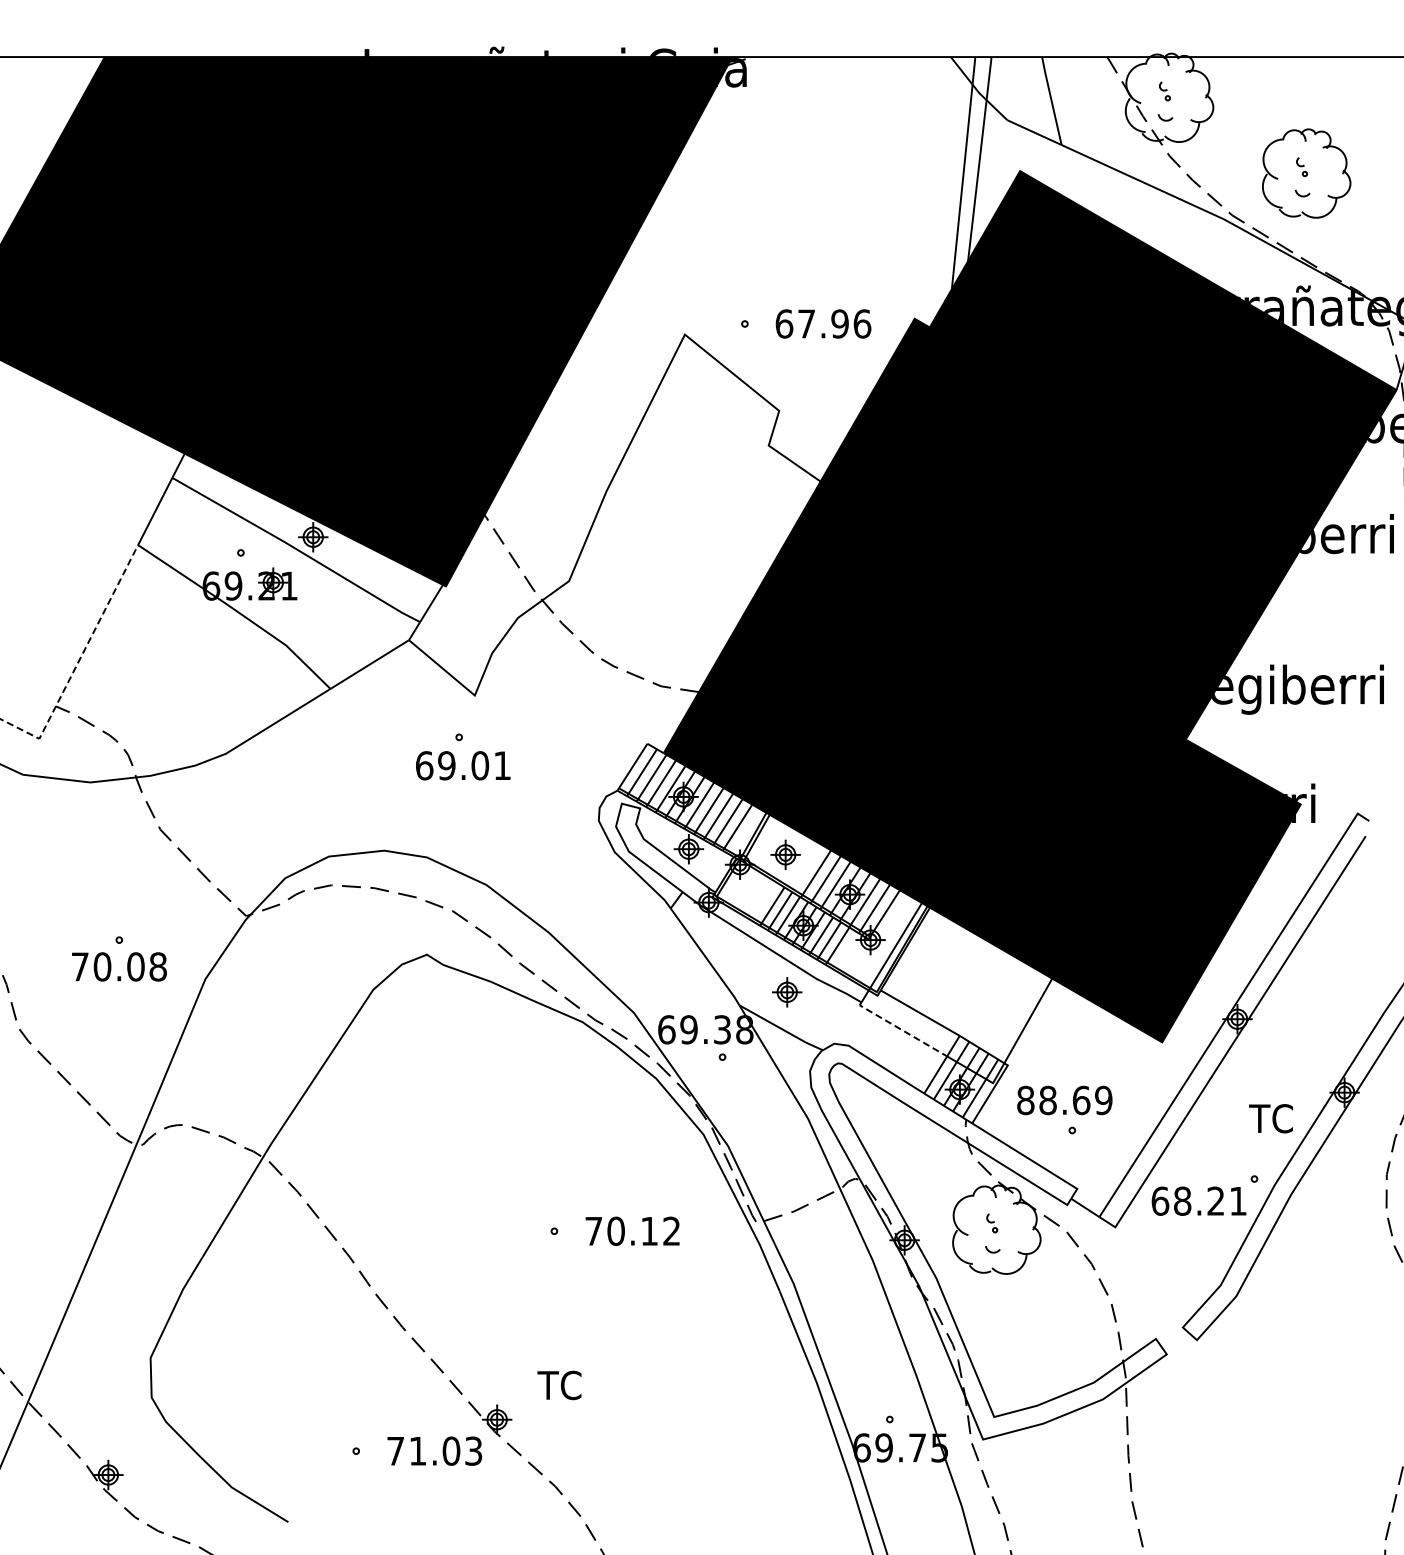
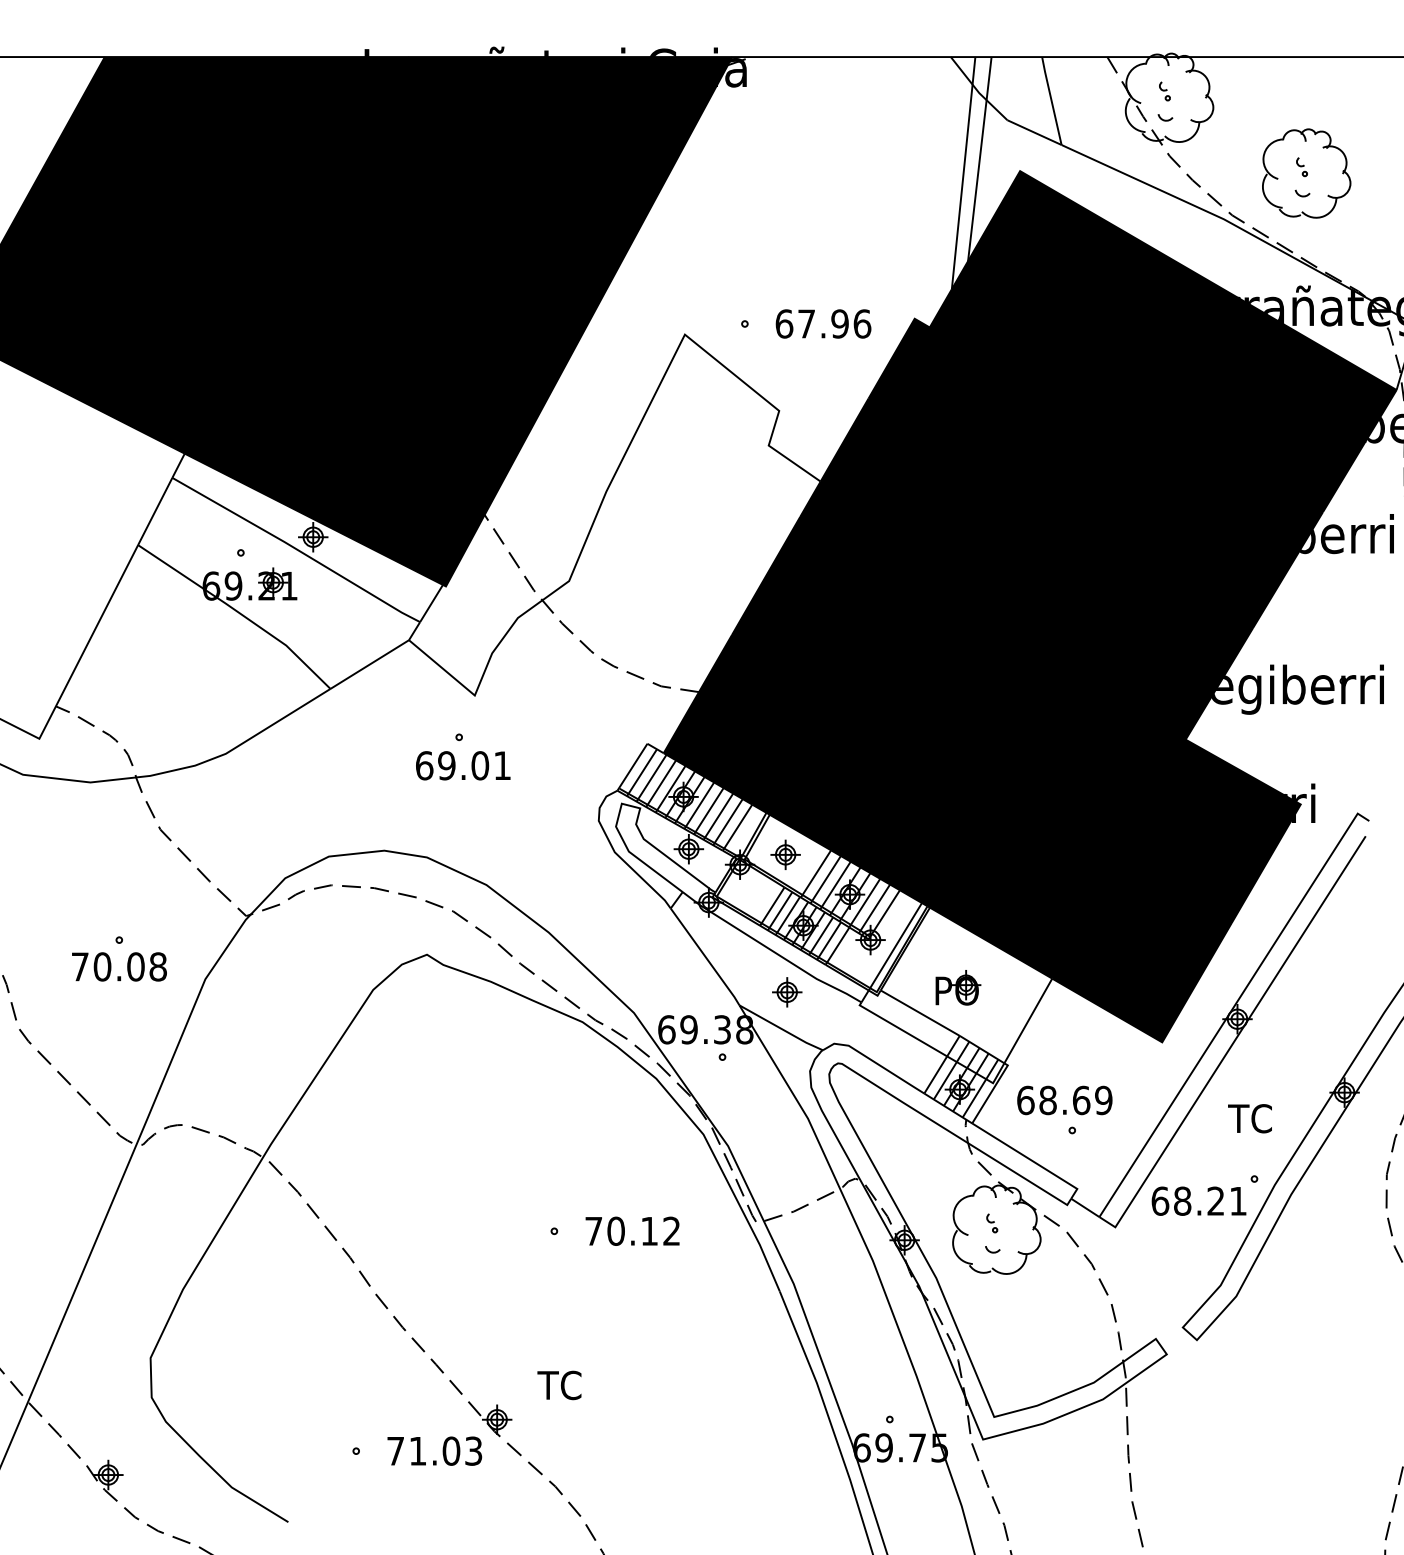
line at (78, 661): dashed -> solid
part at (958, 987): none -> present
line at (901, 1029): dashed -> solid
text at (1025, 1100): 88.69 -> 68.69
text at (1270, 1118) position: (1270, 1118) -> (1249, 1118)
